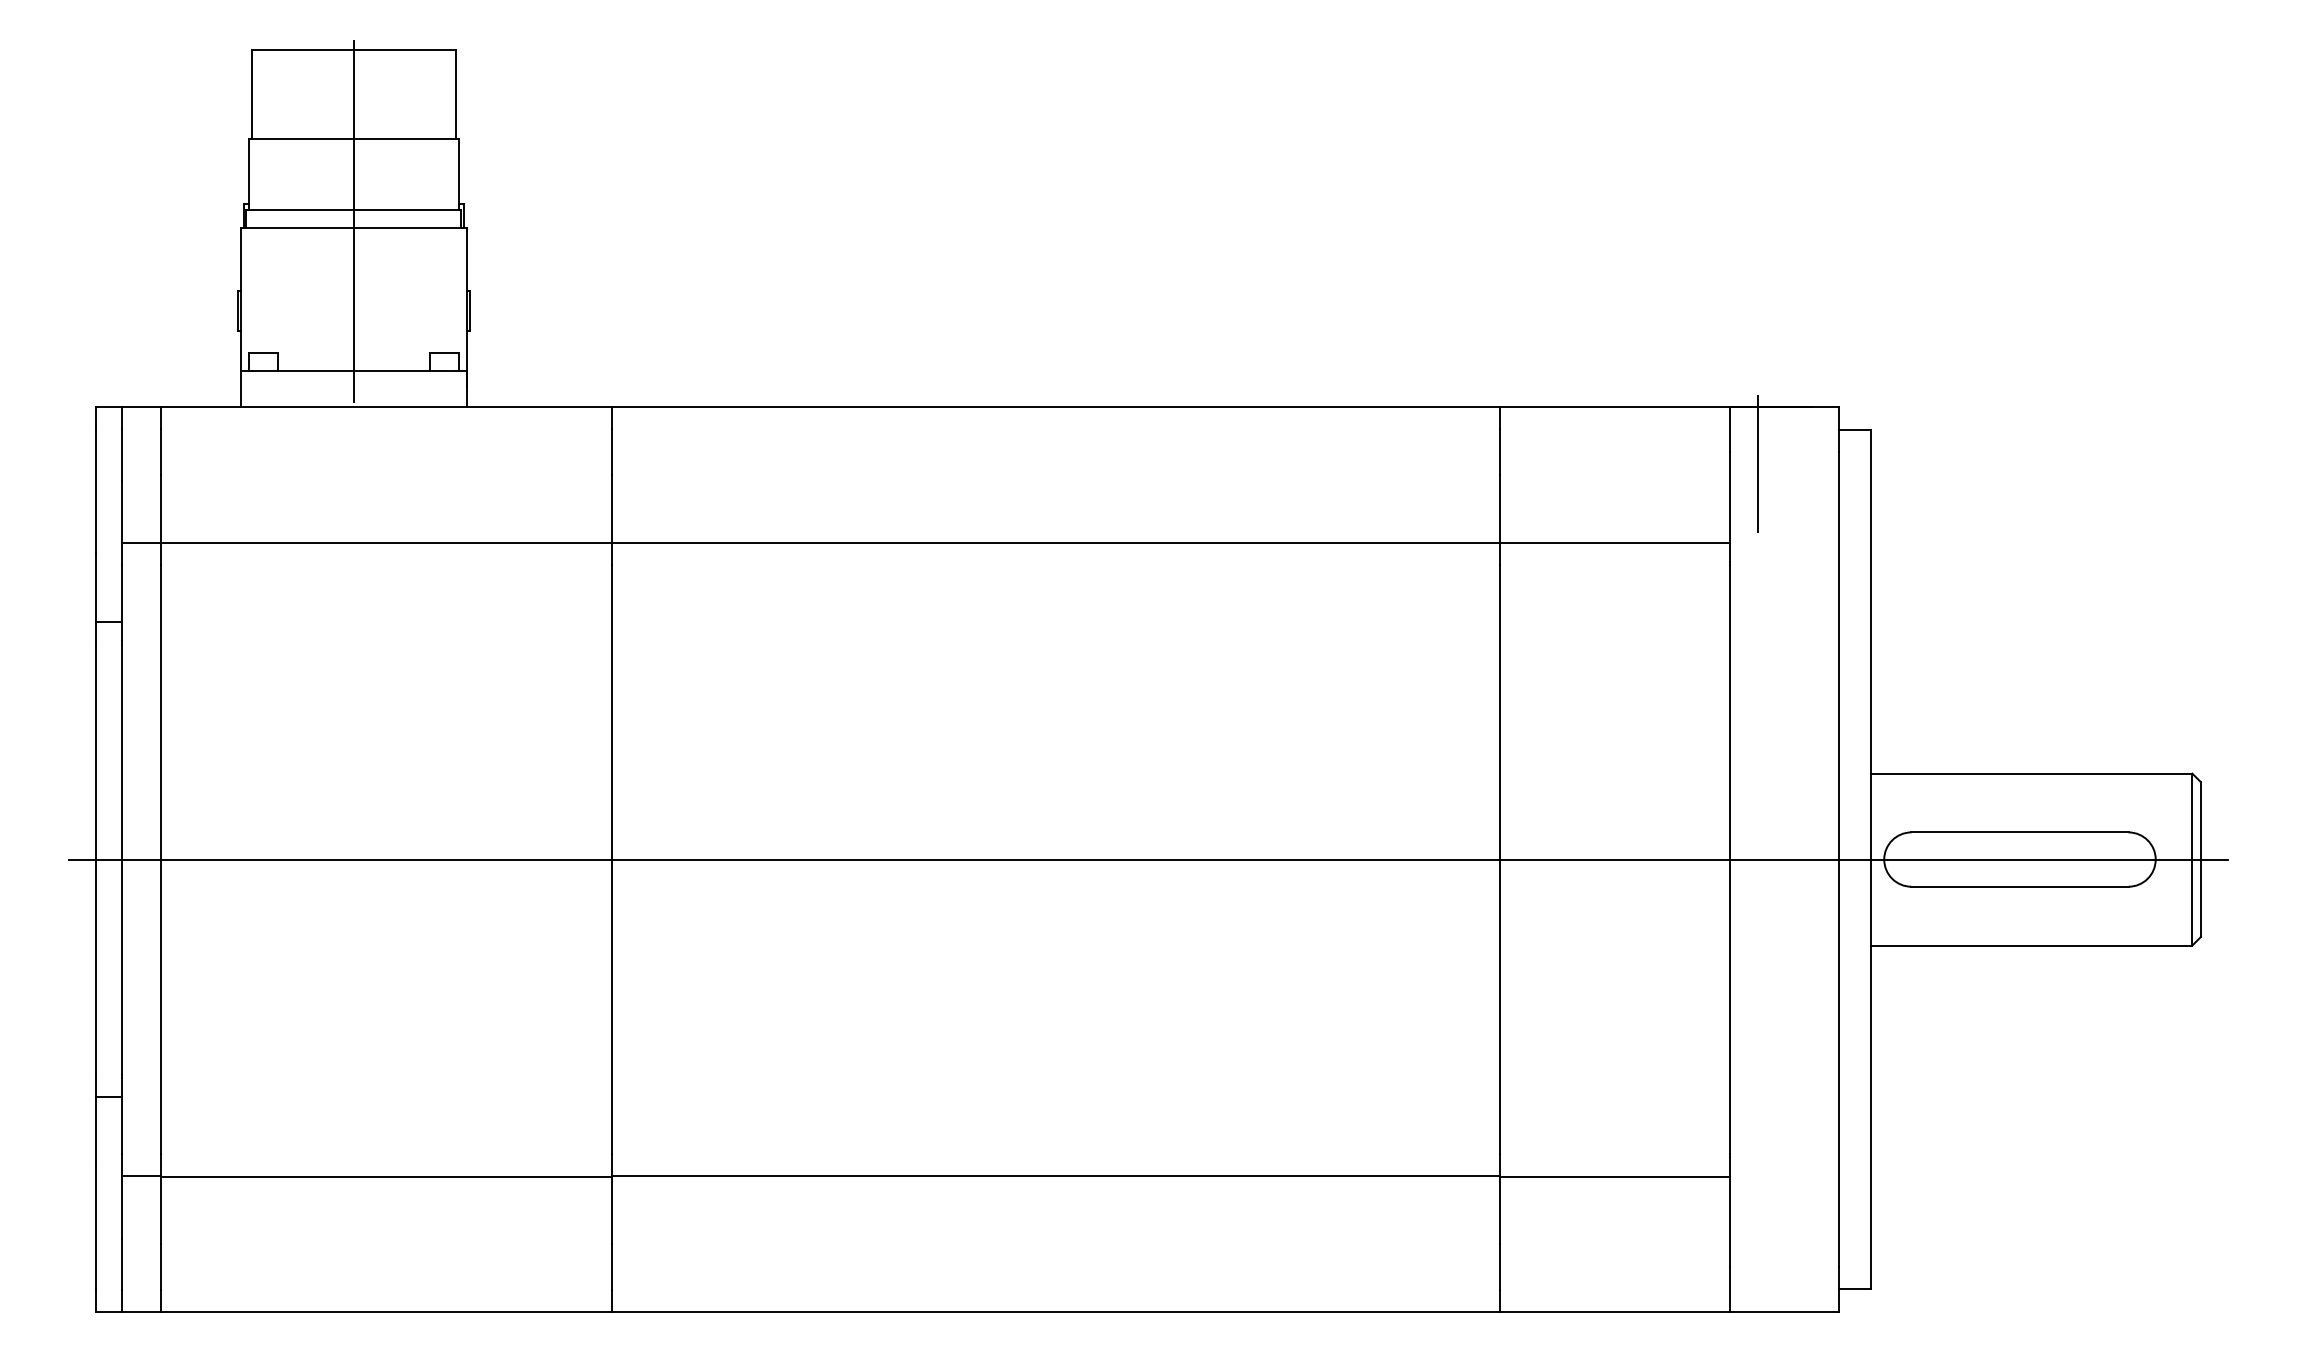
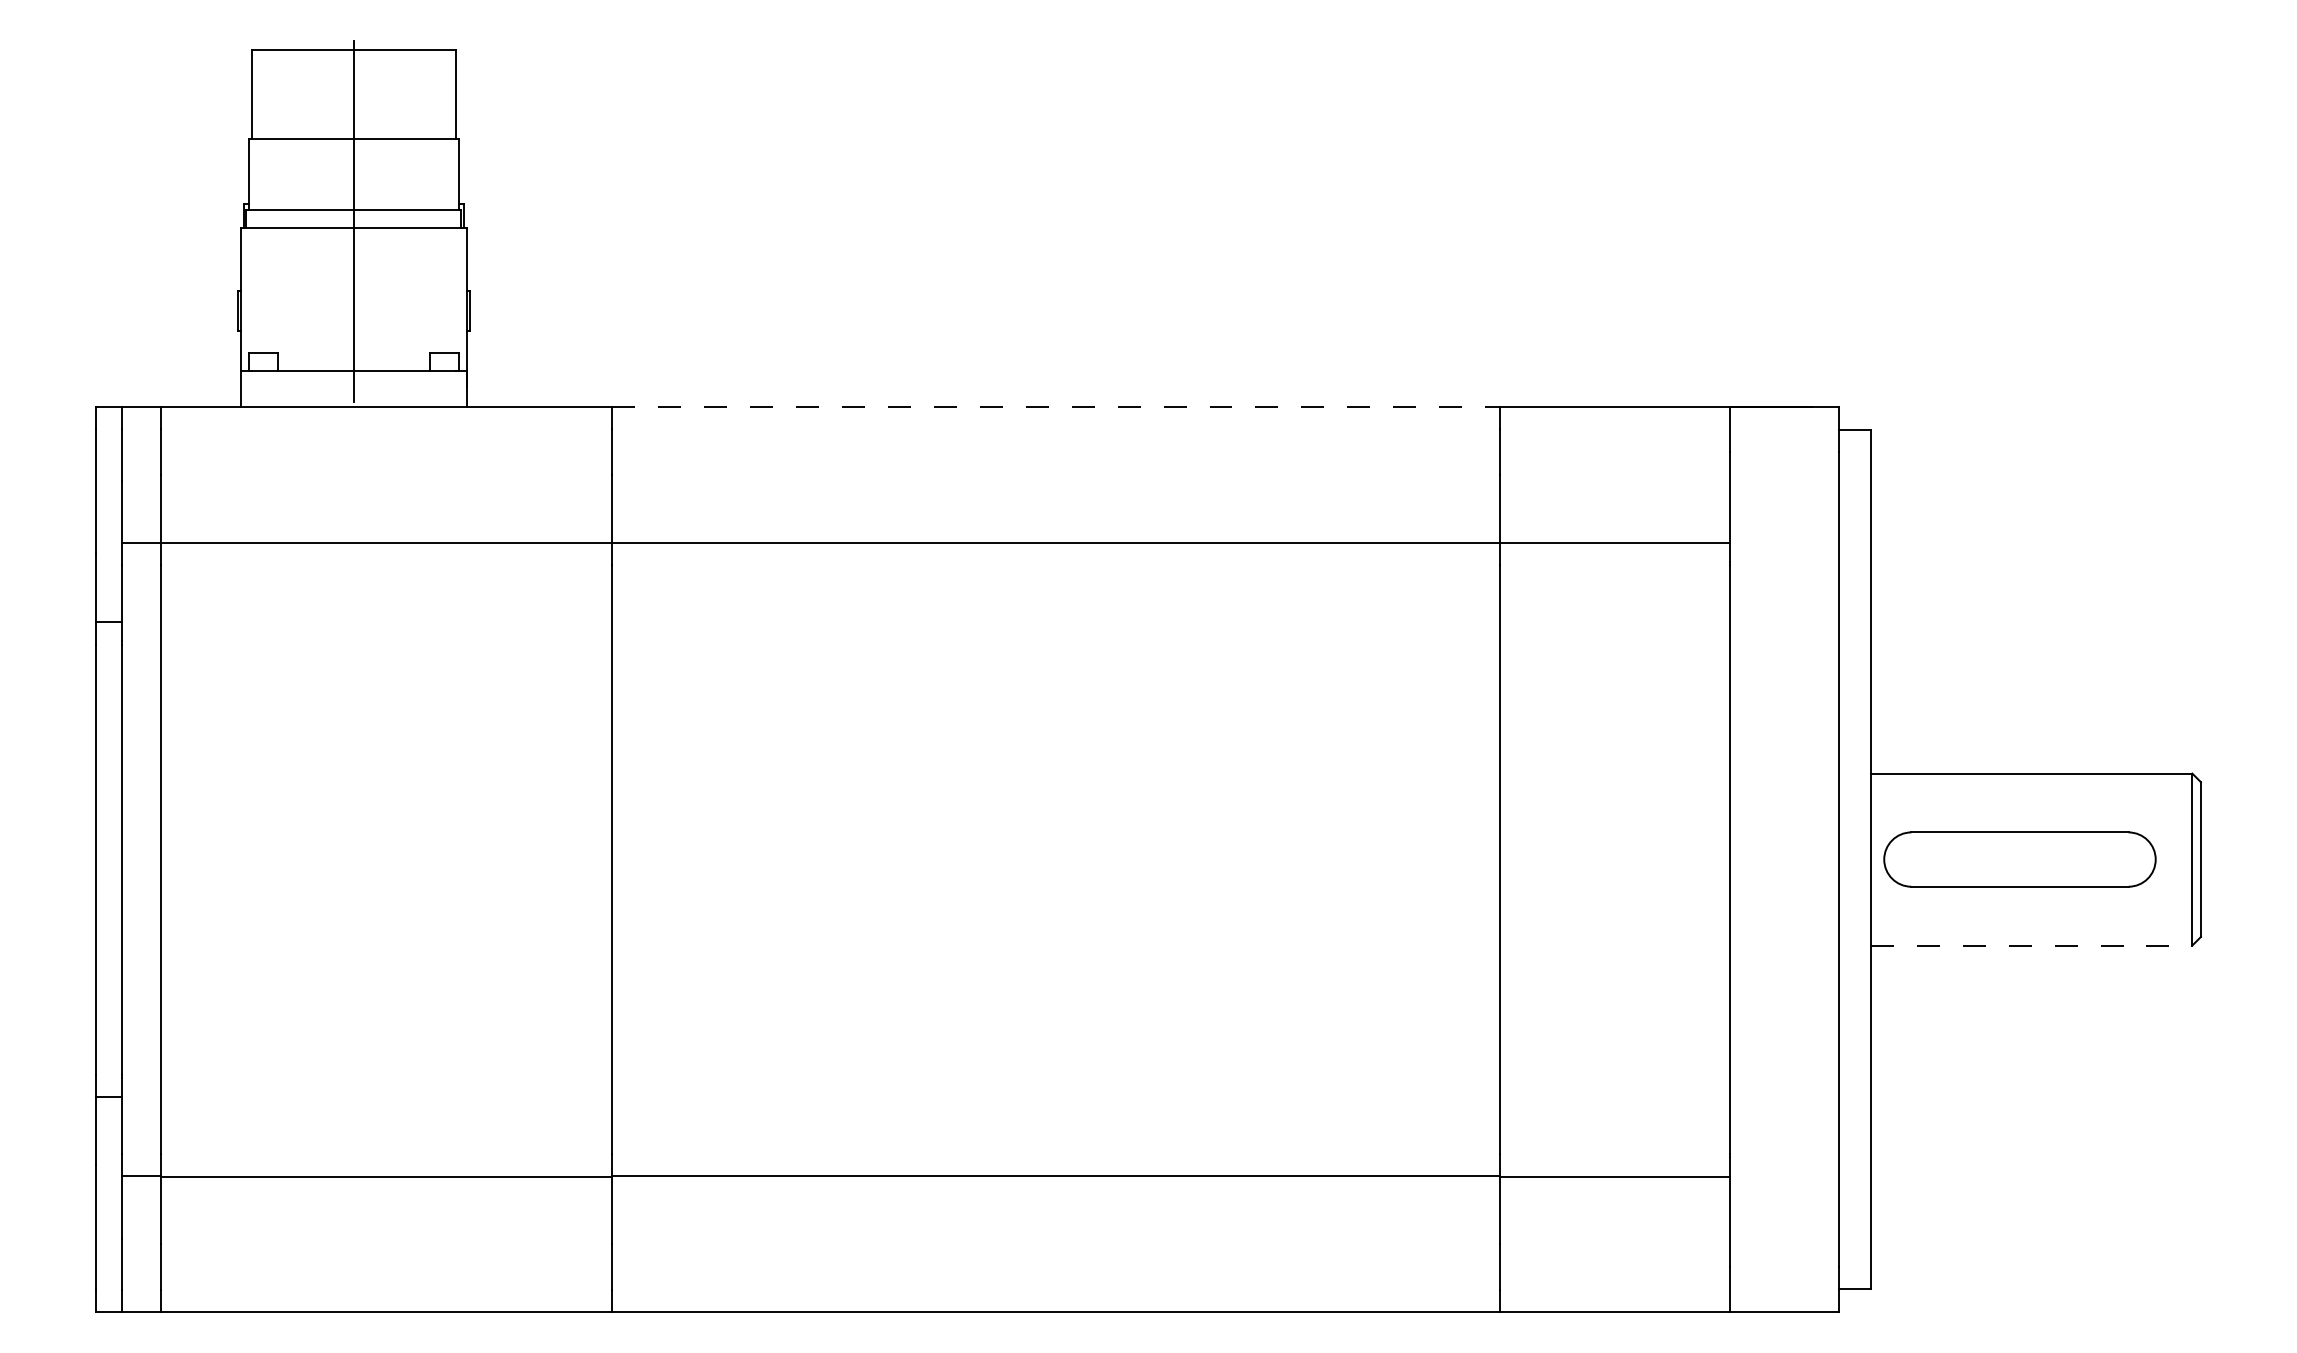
line at (1055, 407): solid -> dashed
line at (1757, 463): present -> none
line at (1148, 859): present -> none
line at (2031, 945): solid -> dashed
